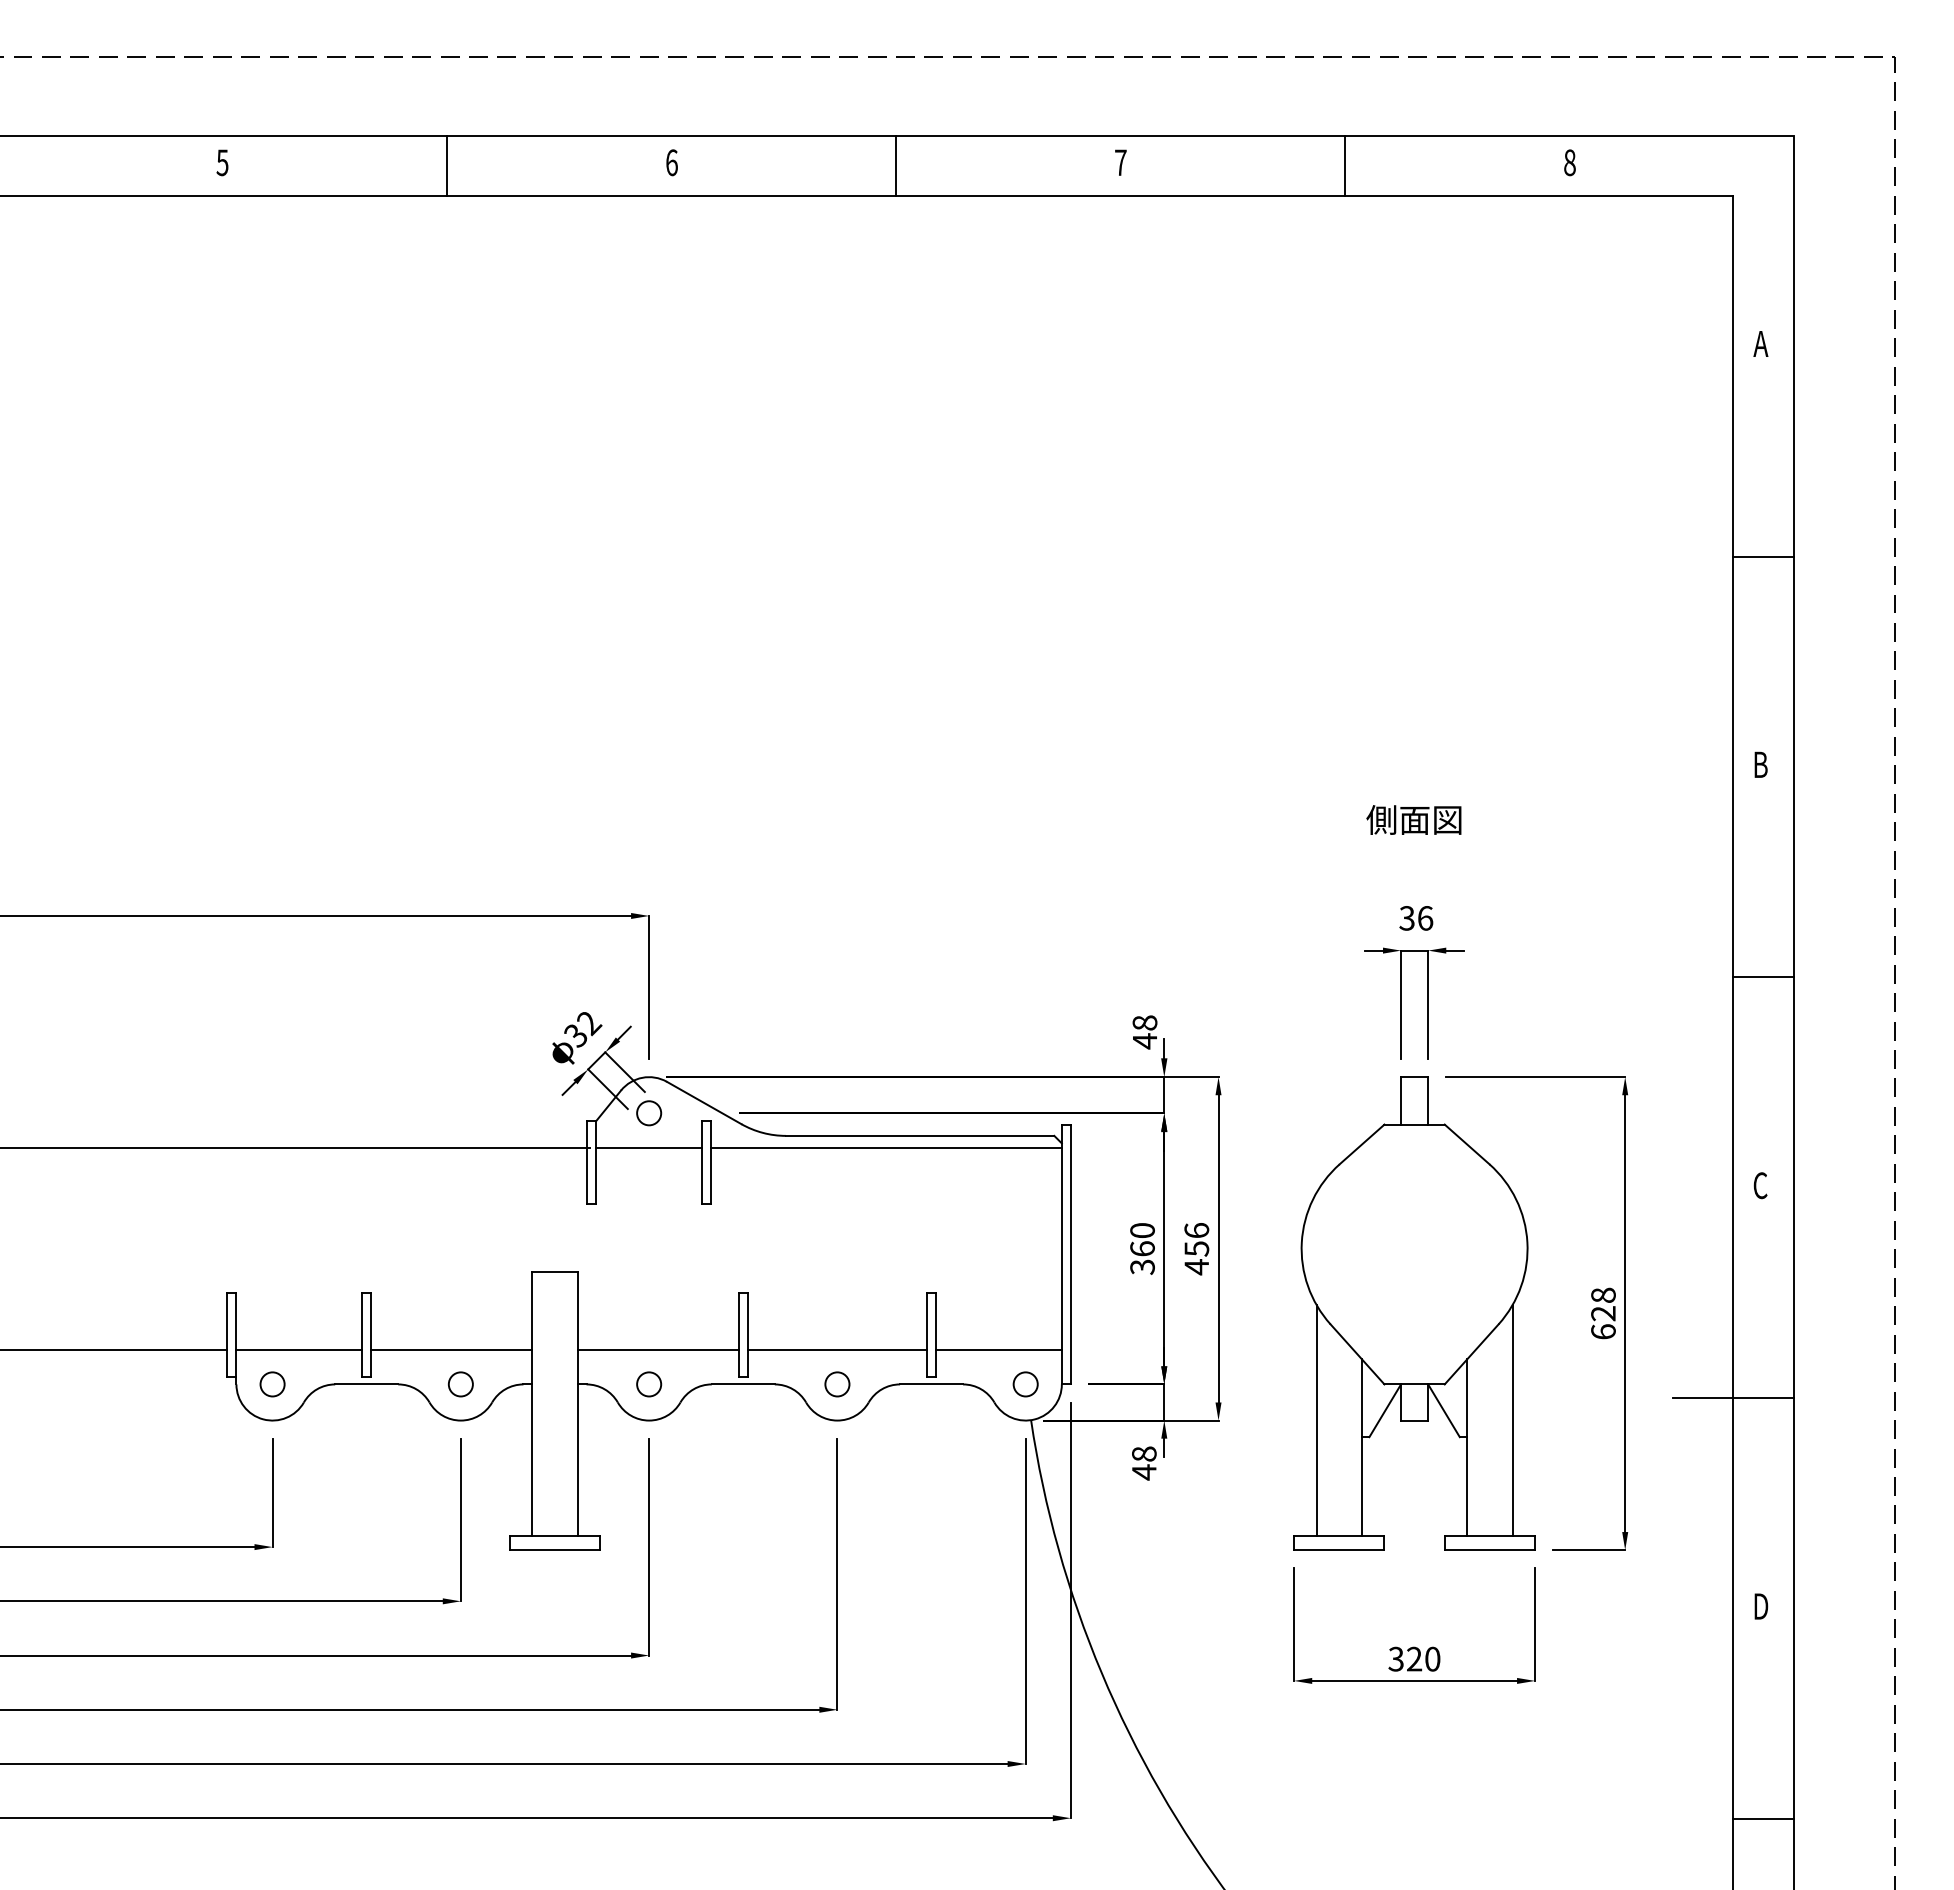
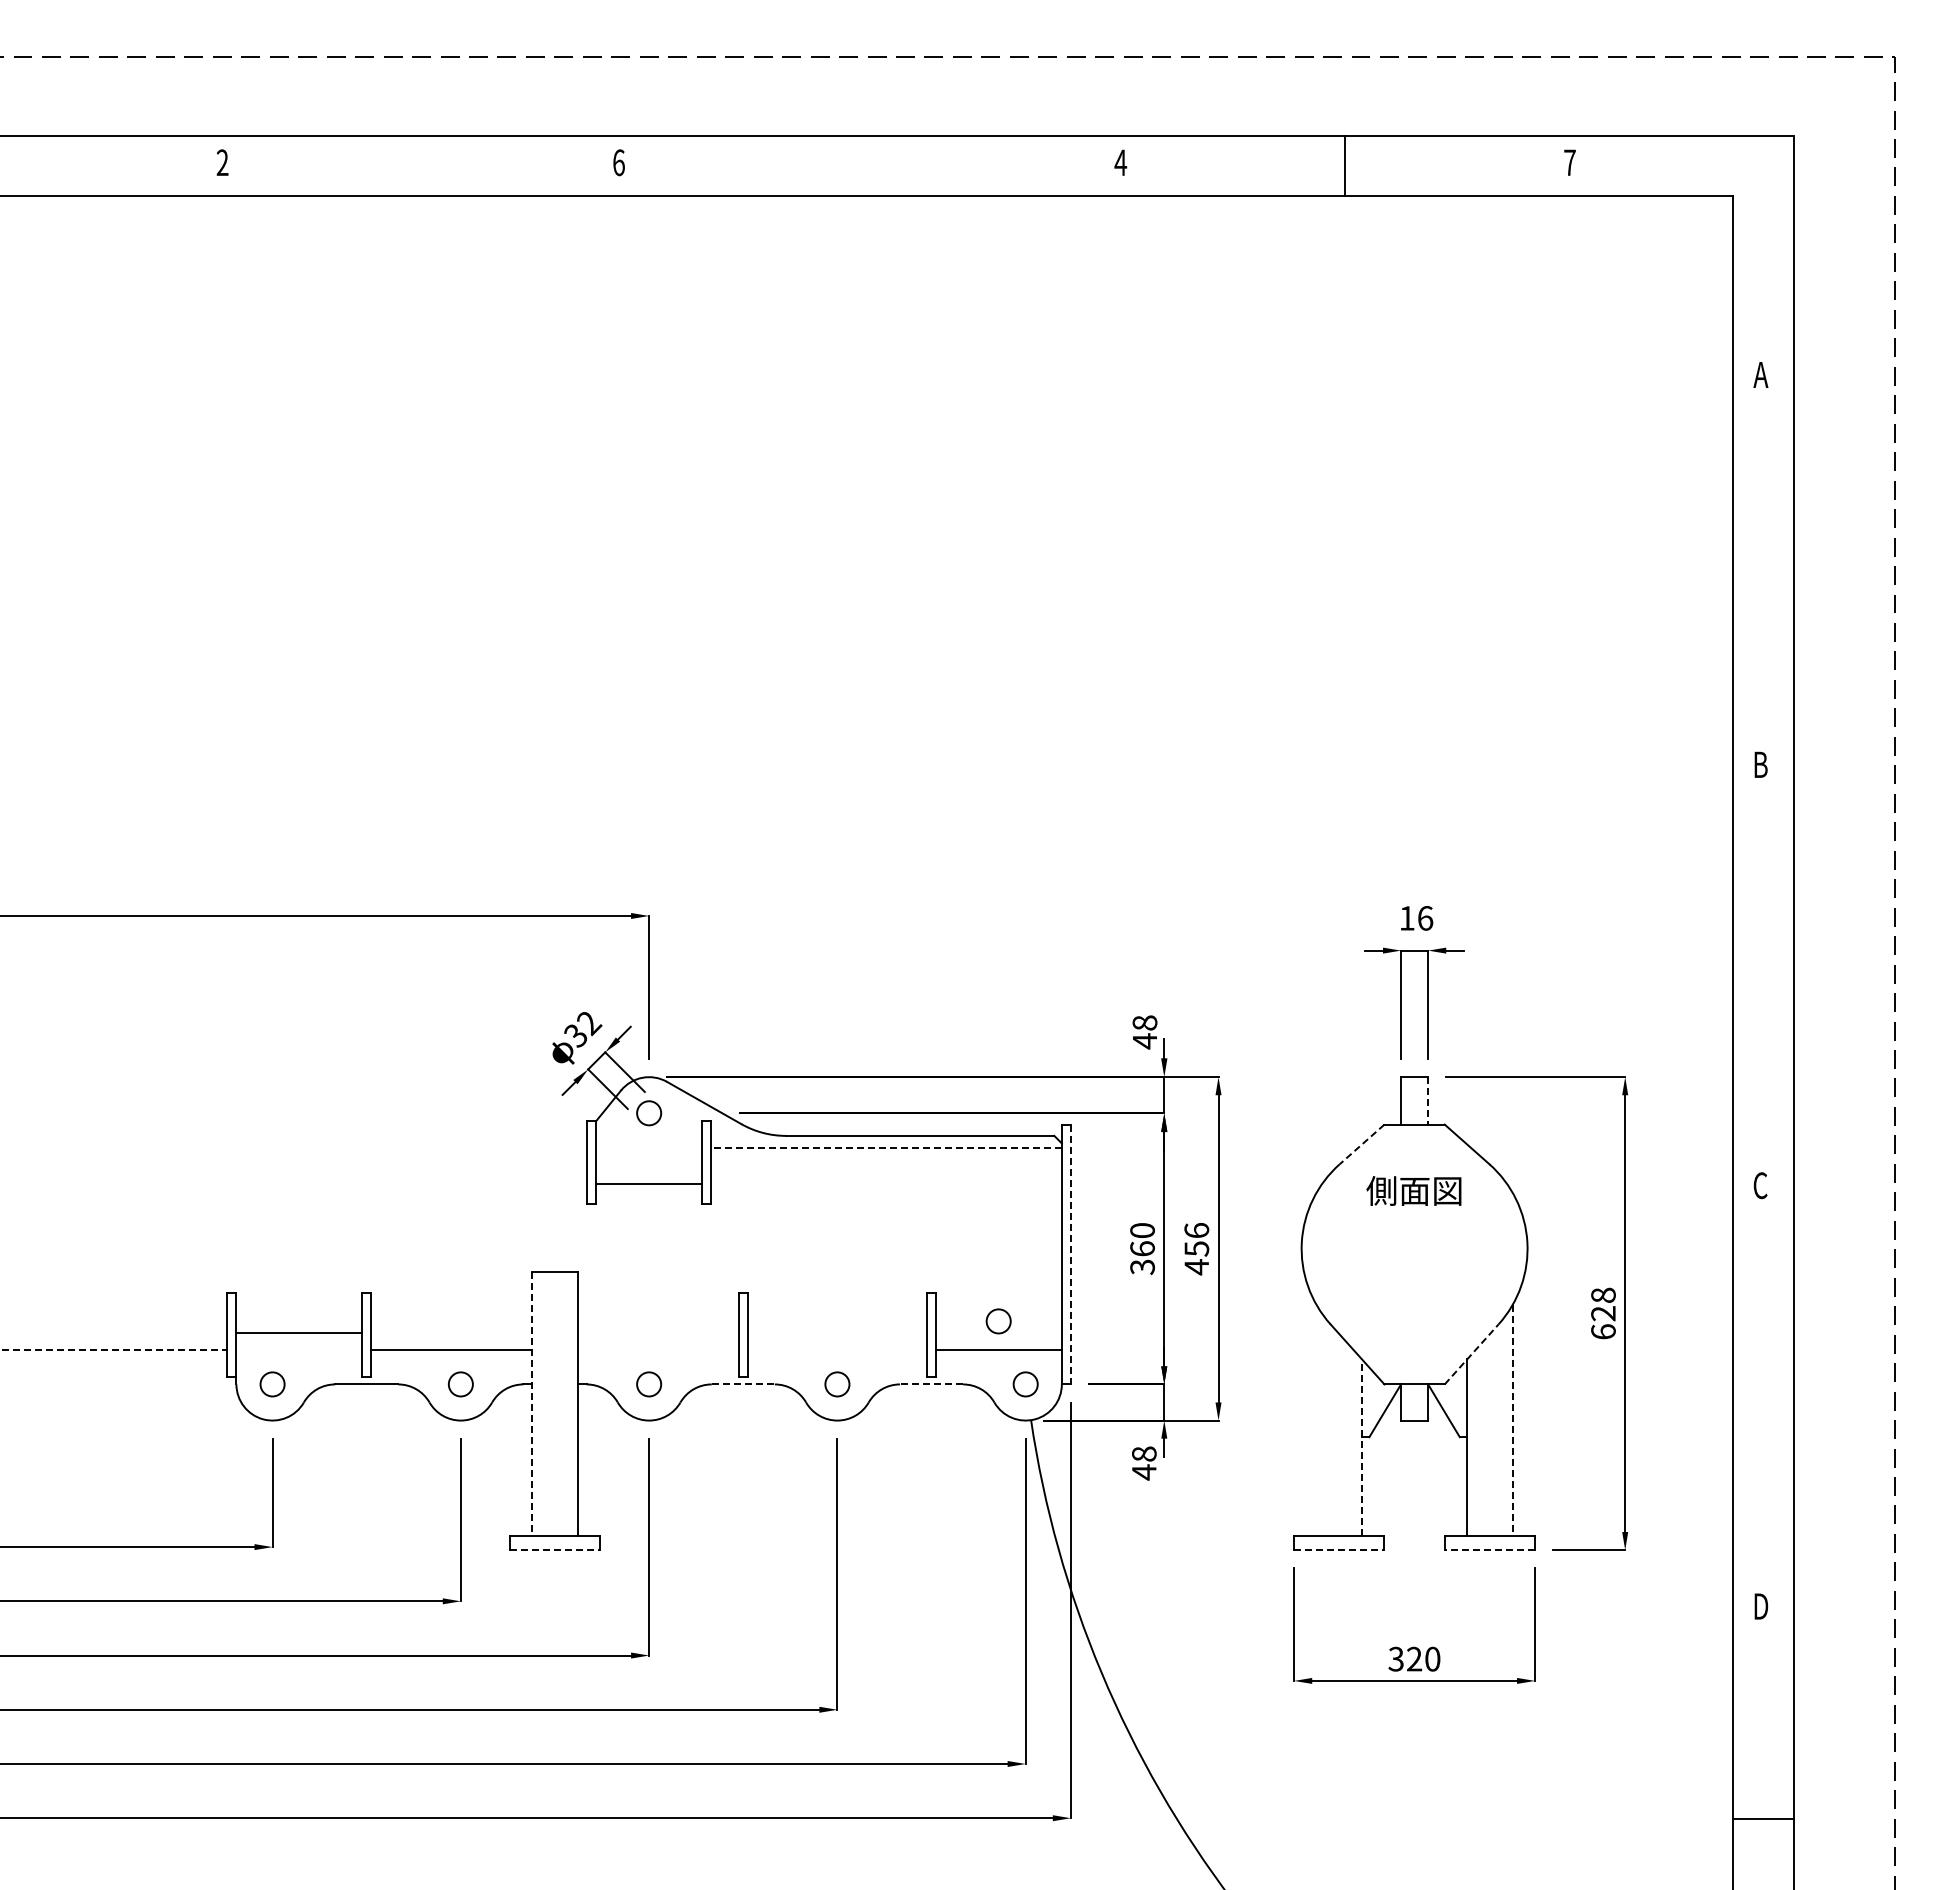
text at (222, 162): 5 -> 2
text at (671, 162) position: (671, 162) -> (618, 162)
text at (1120, 162): 7 -> 4
text at (1569, 162): 8 -> 7
line at (447, 165): present -> none
line at (896, 165): present -> none
text at (1760, 343) position: (1760, 343) -> (1760, 374)
line at (1763, 556): present -> none
text at (1413, 819) position: (1413, 819) -> (1413, 1190)
text at (1406, 918): 36 -> 16
line at (1763, 977): present -> none
line at (1428, 1100): solid -> dashed
line at (1362, 1144): solid -> dashed
line at (295, 1148): present -> none
line at (648, 1148) position: (648, 1148) -> (648, 1184)
line at (885, 1148): solid -> dashed
line at (1070, 1254): solid -> dashed
circle at (998, 1321): none -> present
line at (114, 1349): solid -> dashed
line at (299, 1349) position: (299, 1349) -> (299, 1332)
line at (657, 1349): present -> none
line at (837, 1349): present -> none
line at (1472, 1354): solid -> dashed
line at (743, 1384): solid -> dashed
line at (931, 1384): solid -> dashed
line at (1733, 1398): present -> none
line at (532, 1404): solid -> dashed
line at (1316, 1420): present -> none
line at (1512, 1421): solid -> dashed
line at (1361, 1447): solid -> dashed
line at (555, 1550): solid -> dashed
line at (1339, 1550): solid -> dashed
line at (1489, 1550): solid -> dashed
